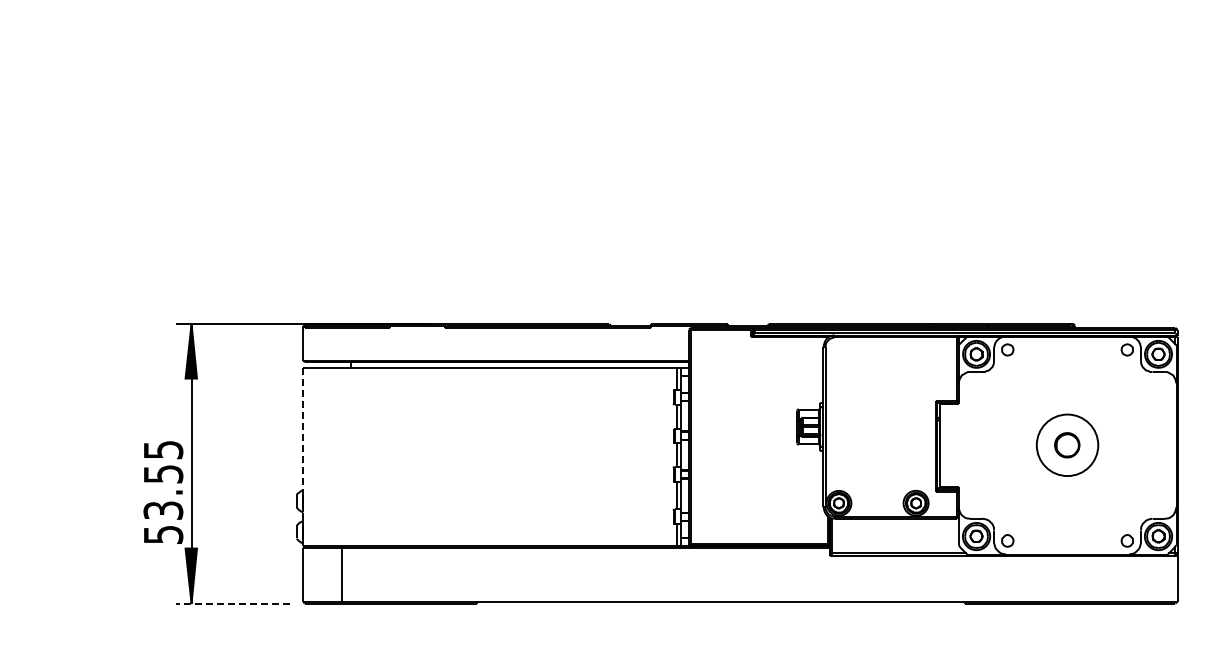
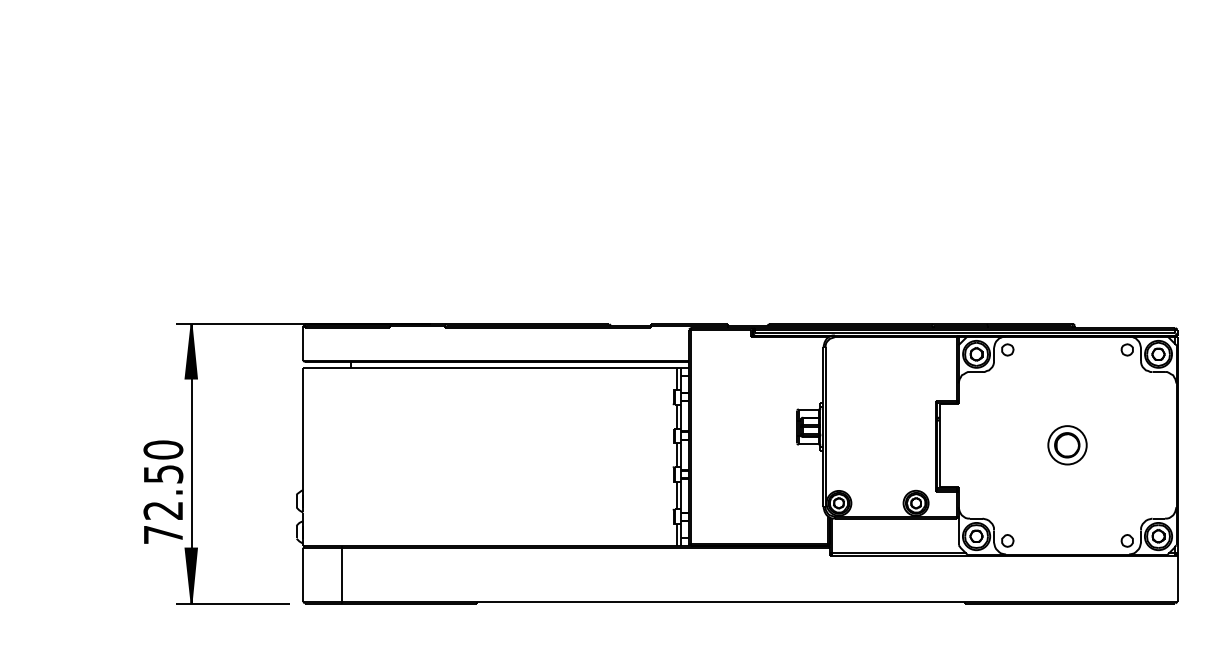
line at (303, 429): dashed -> solid
circle at (1067, 445) diameter: 61 px -> 38 px
text at (163, 491): 53.55 -> 72.50
line at (232, 603): dashed -> solid
